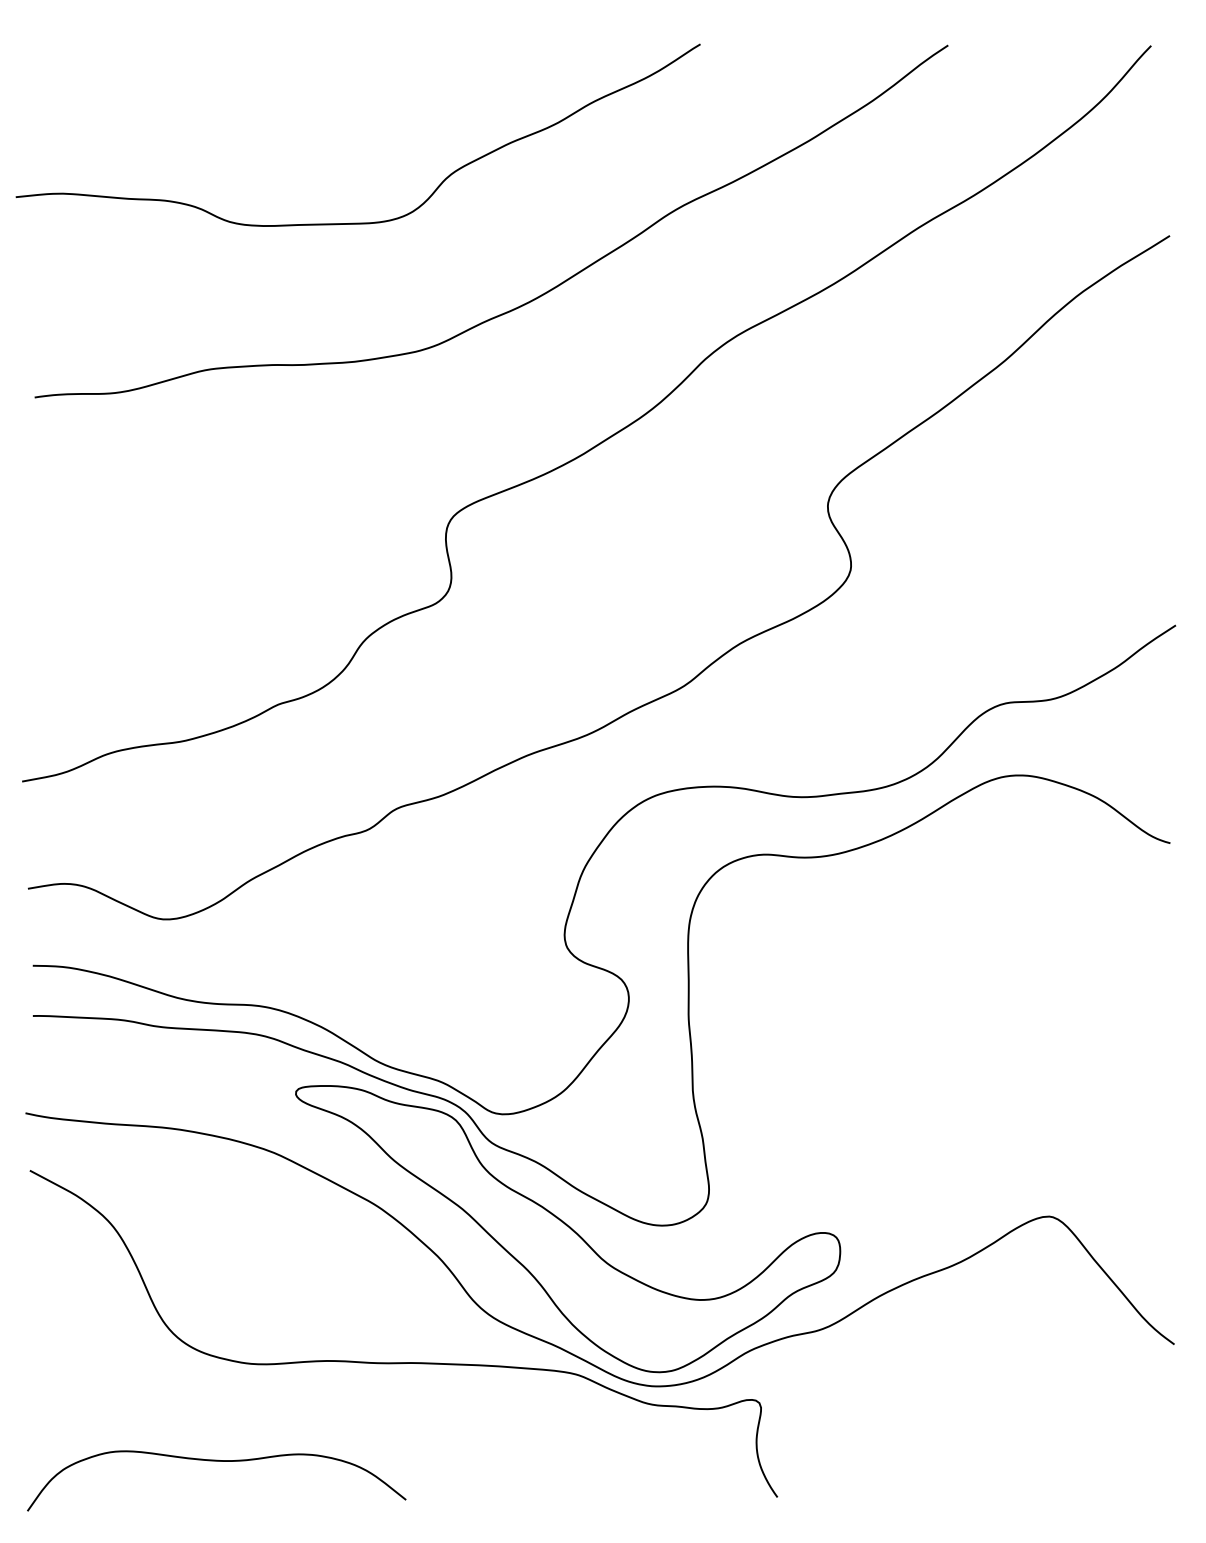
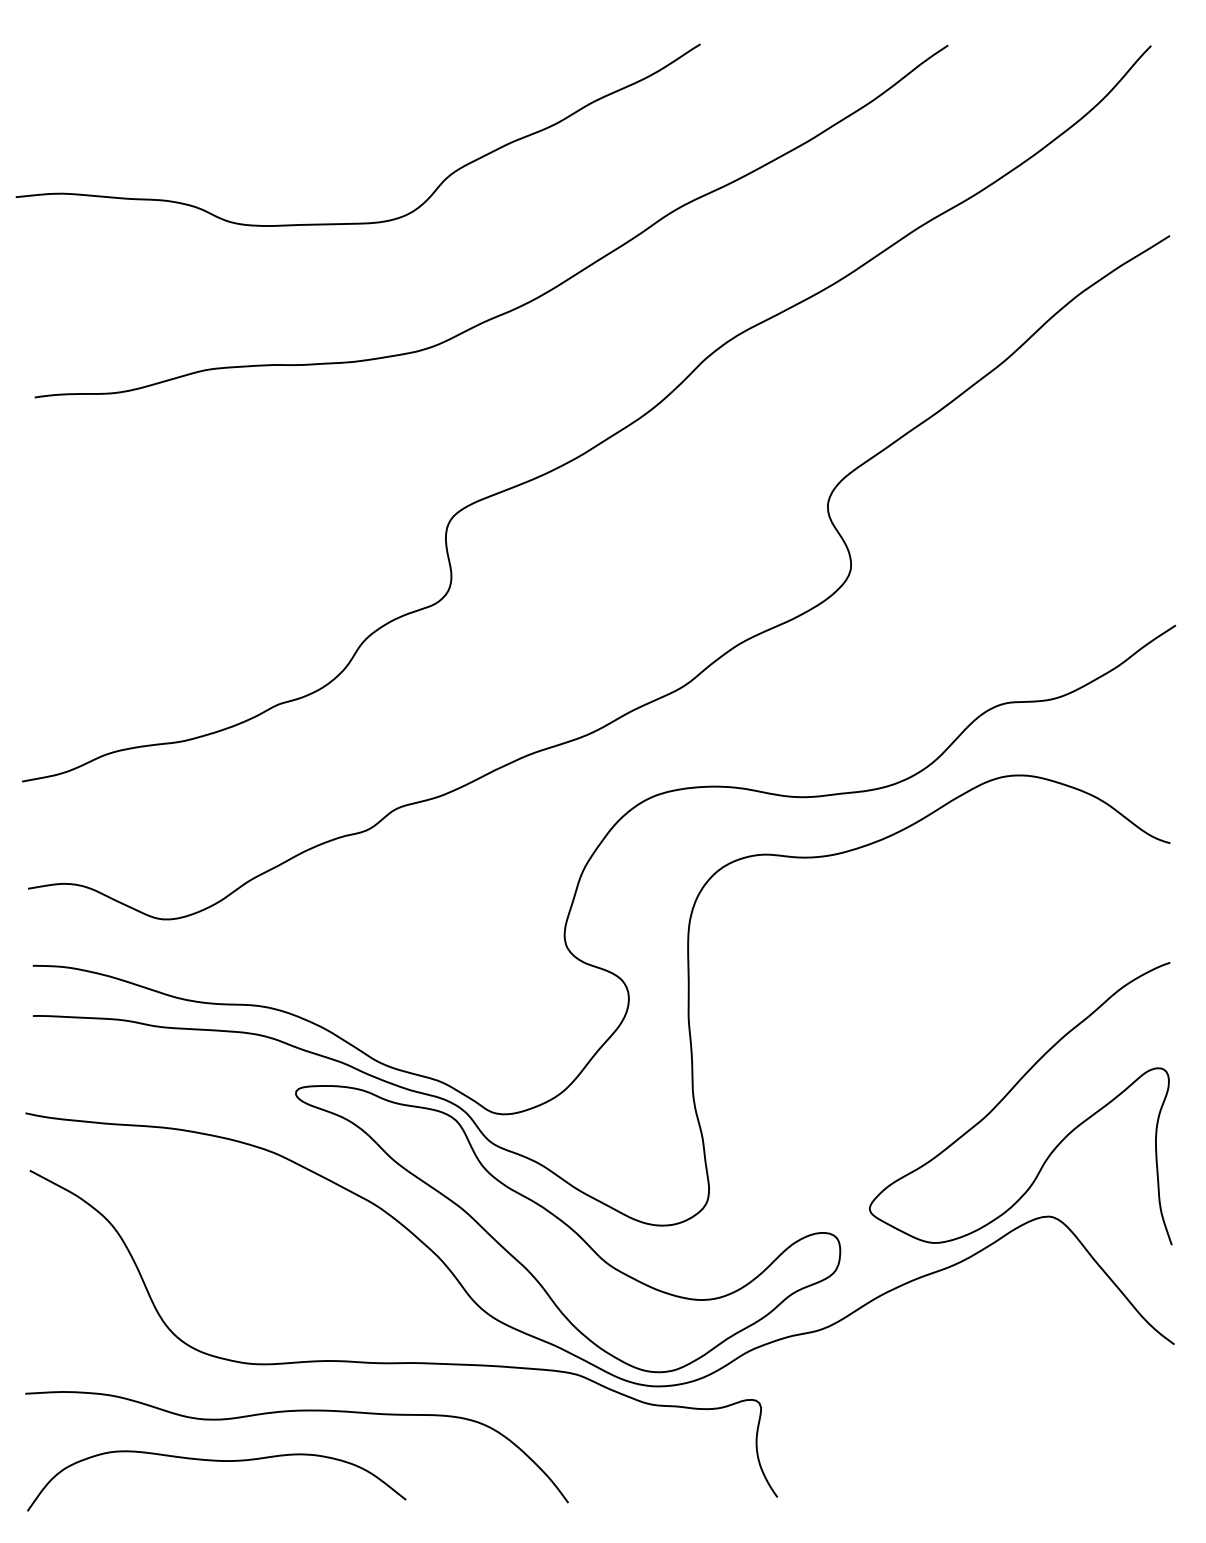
curve at (1010, 1092): none -> present
curve at (296, 1411): none -> present
